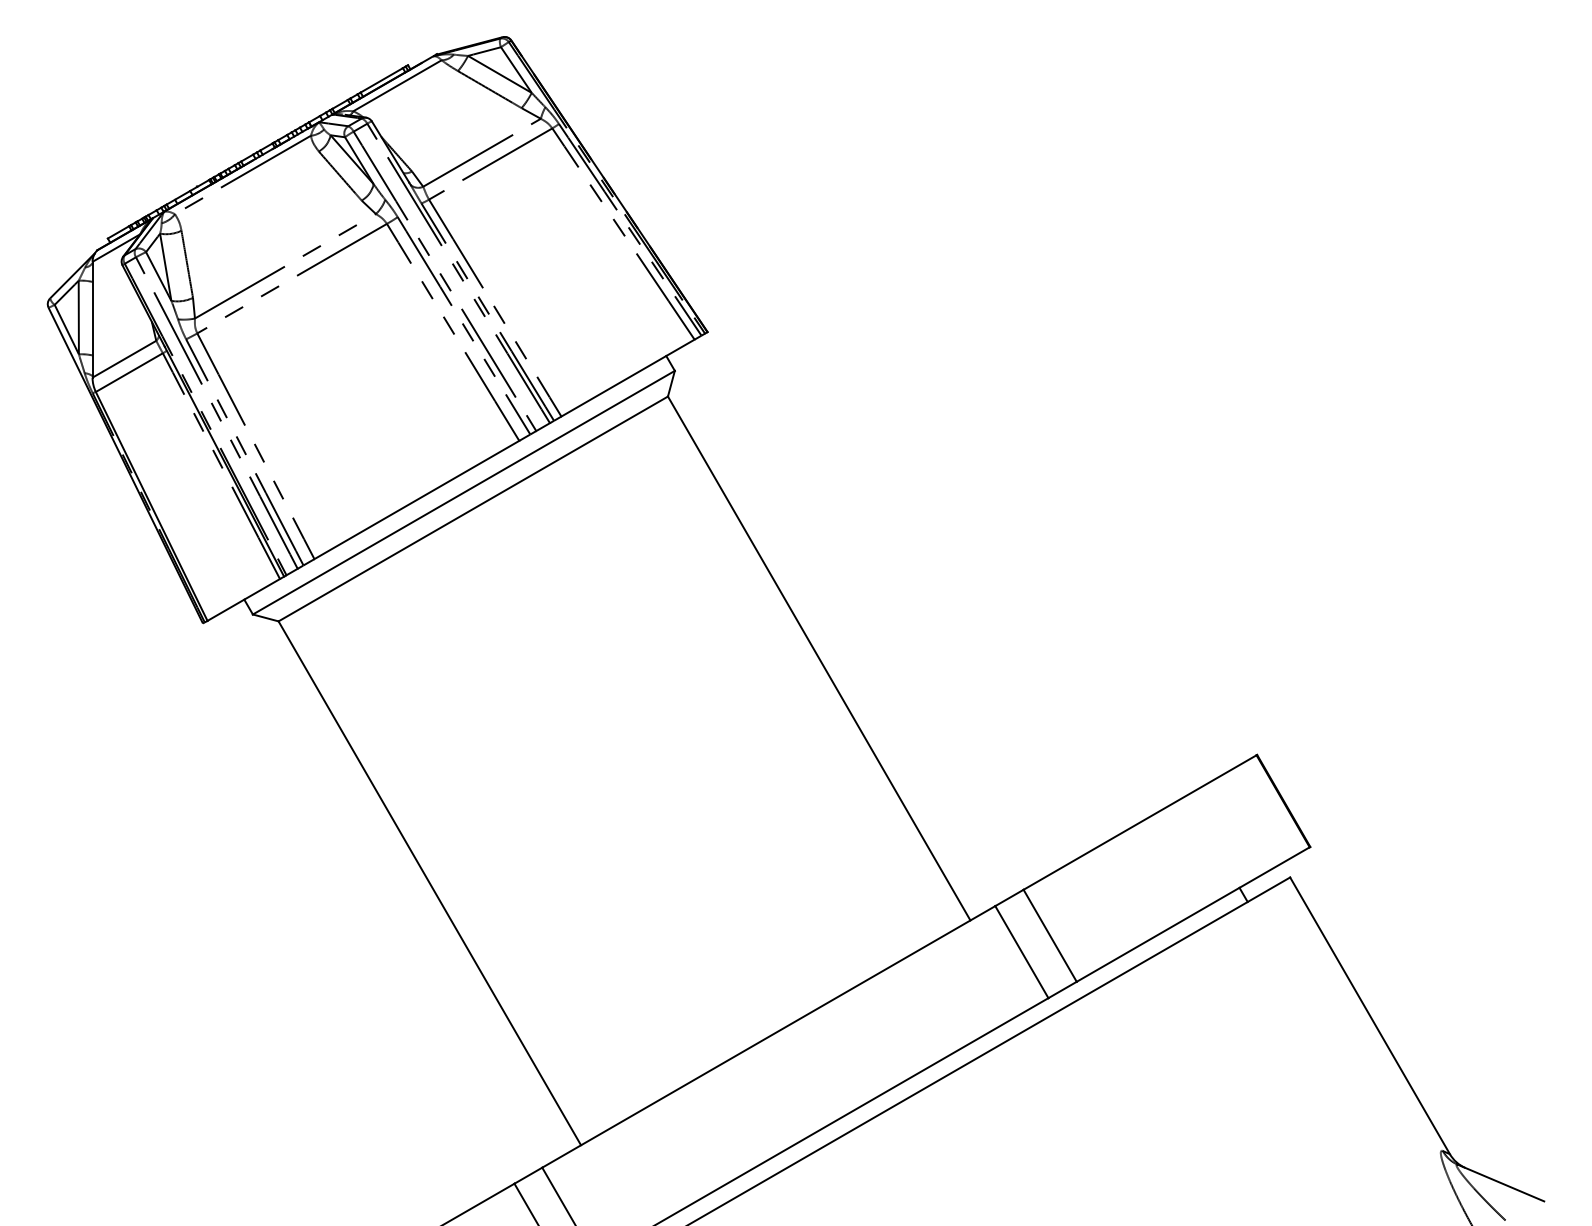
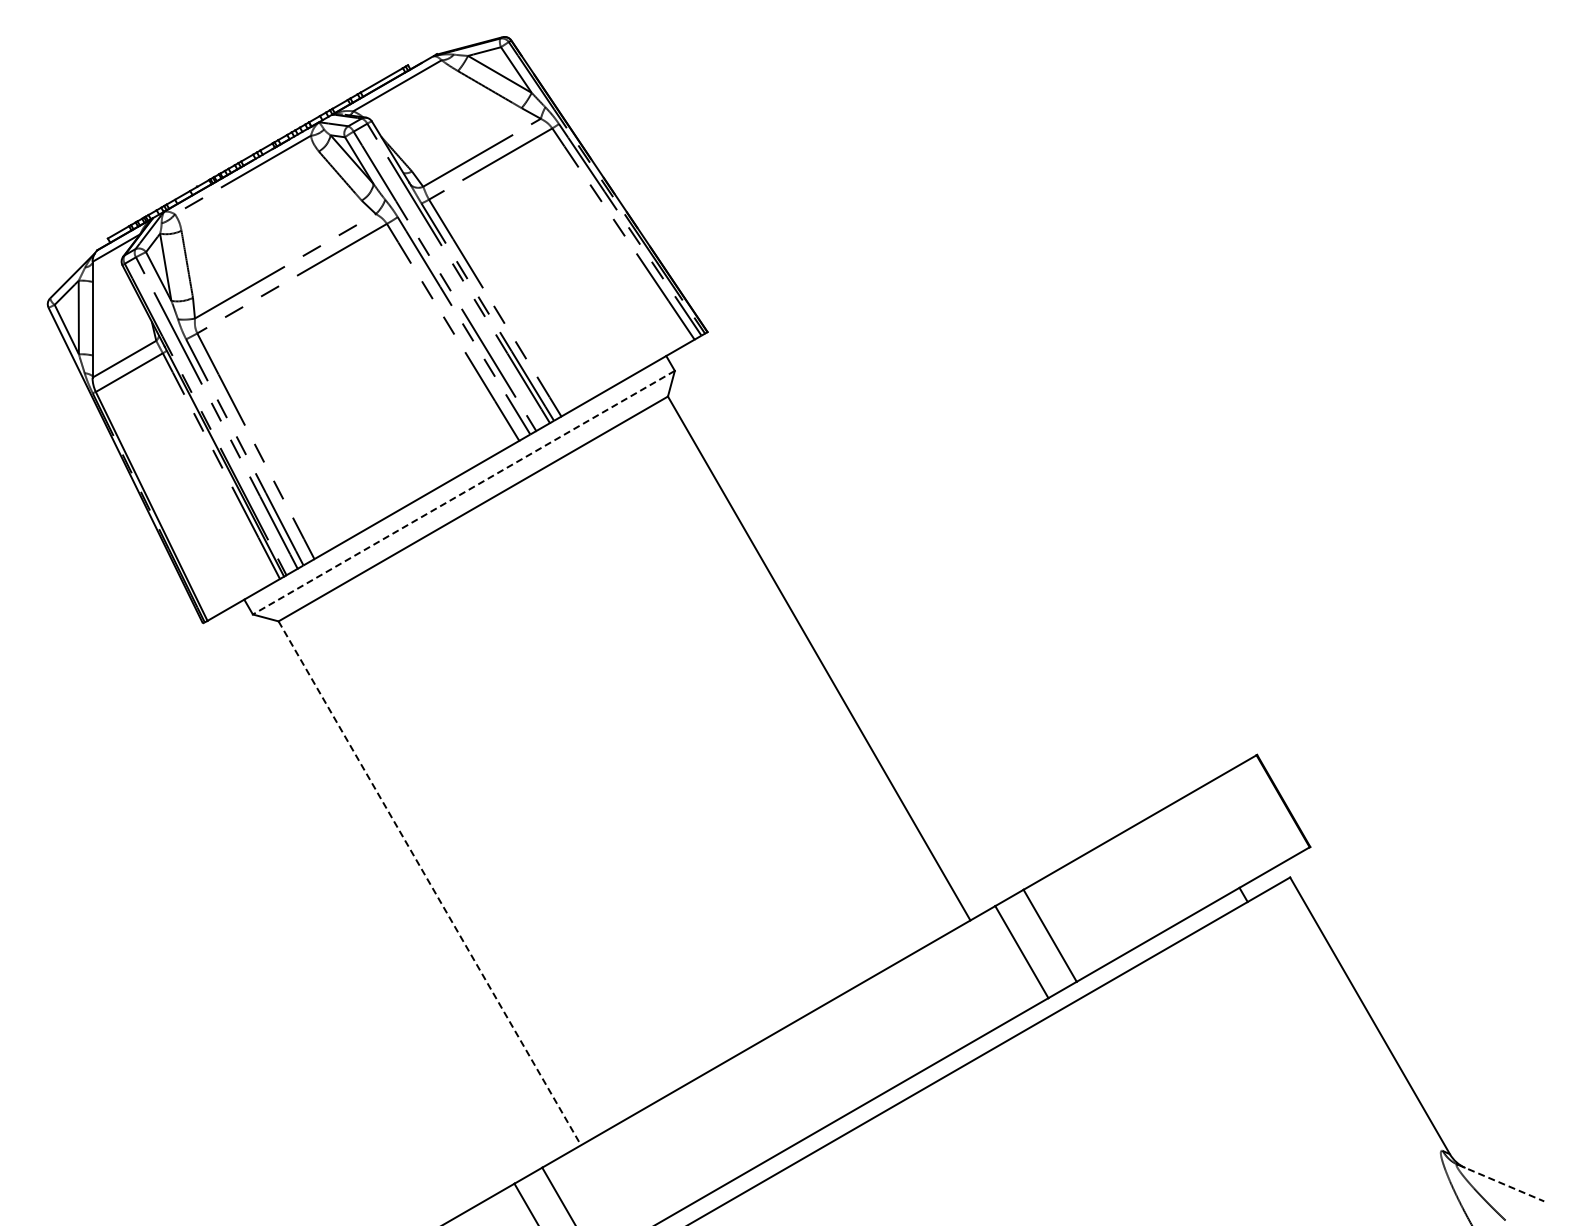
line at (463, 492): solid -> dashed
line at (430, 883): solid -> dashed
line at (1501, 1183): solid -> dashed
